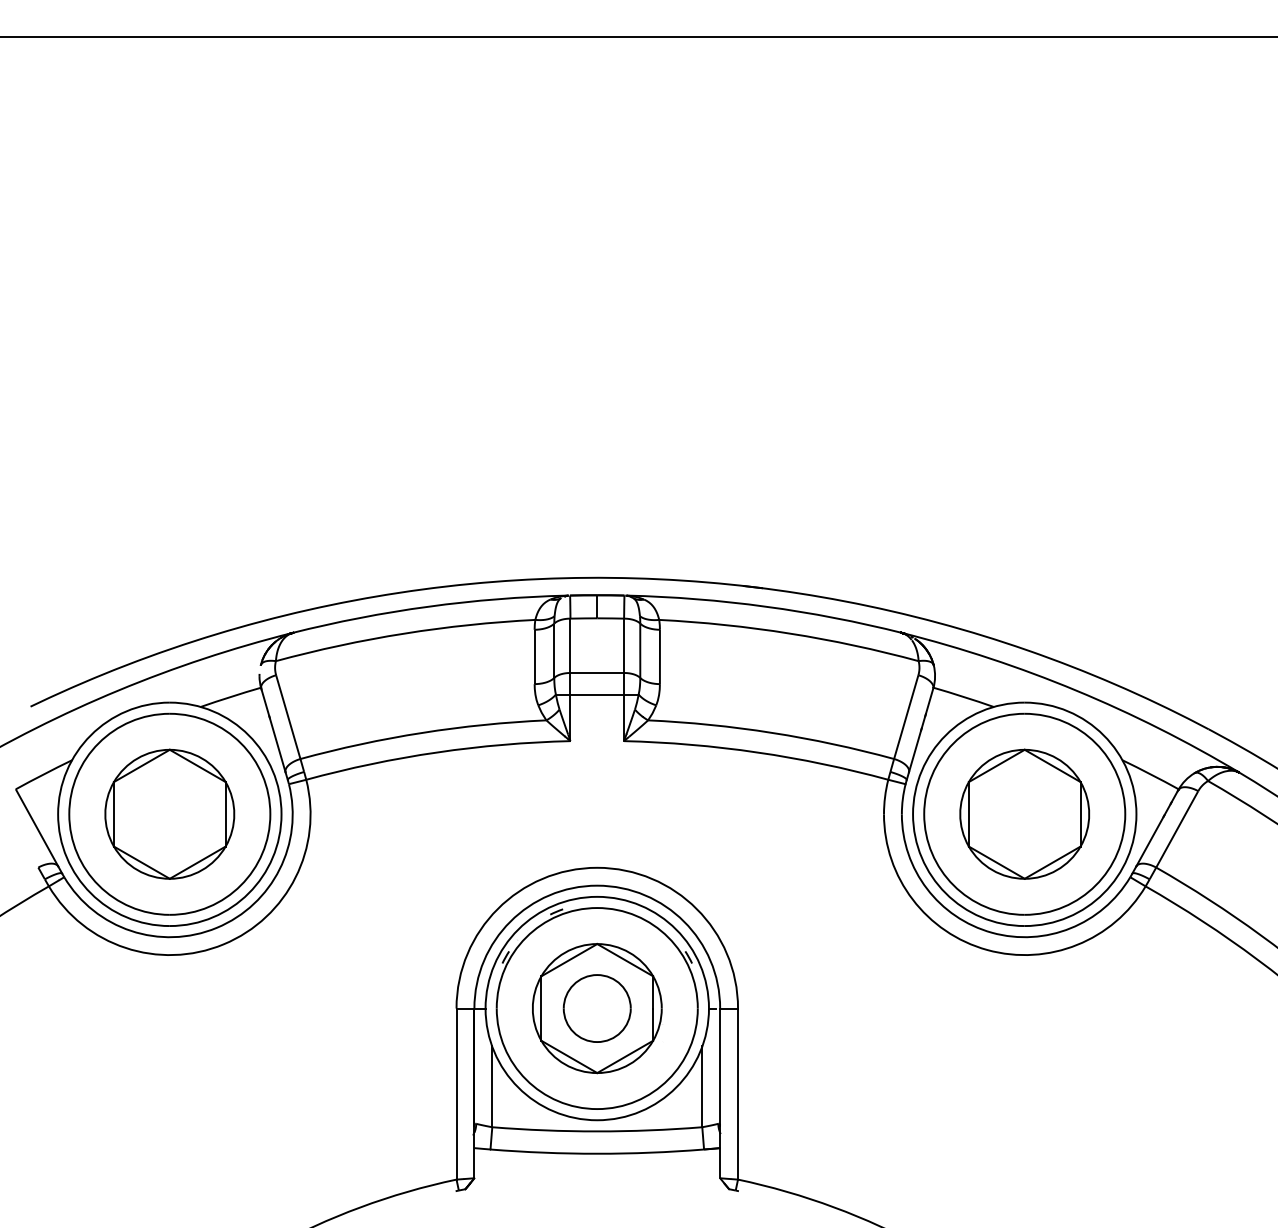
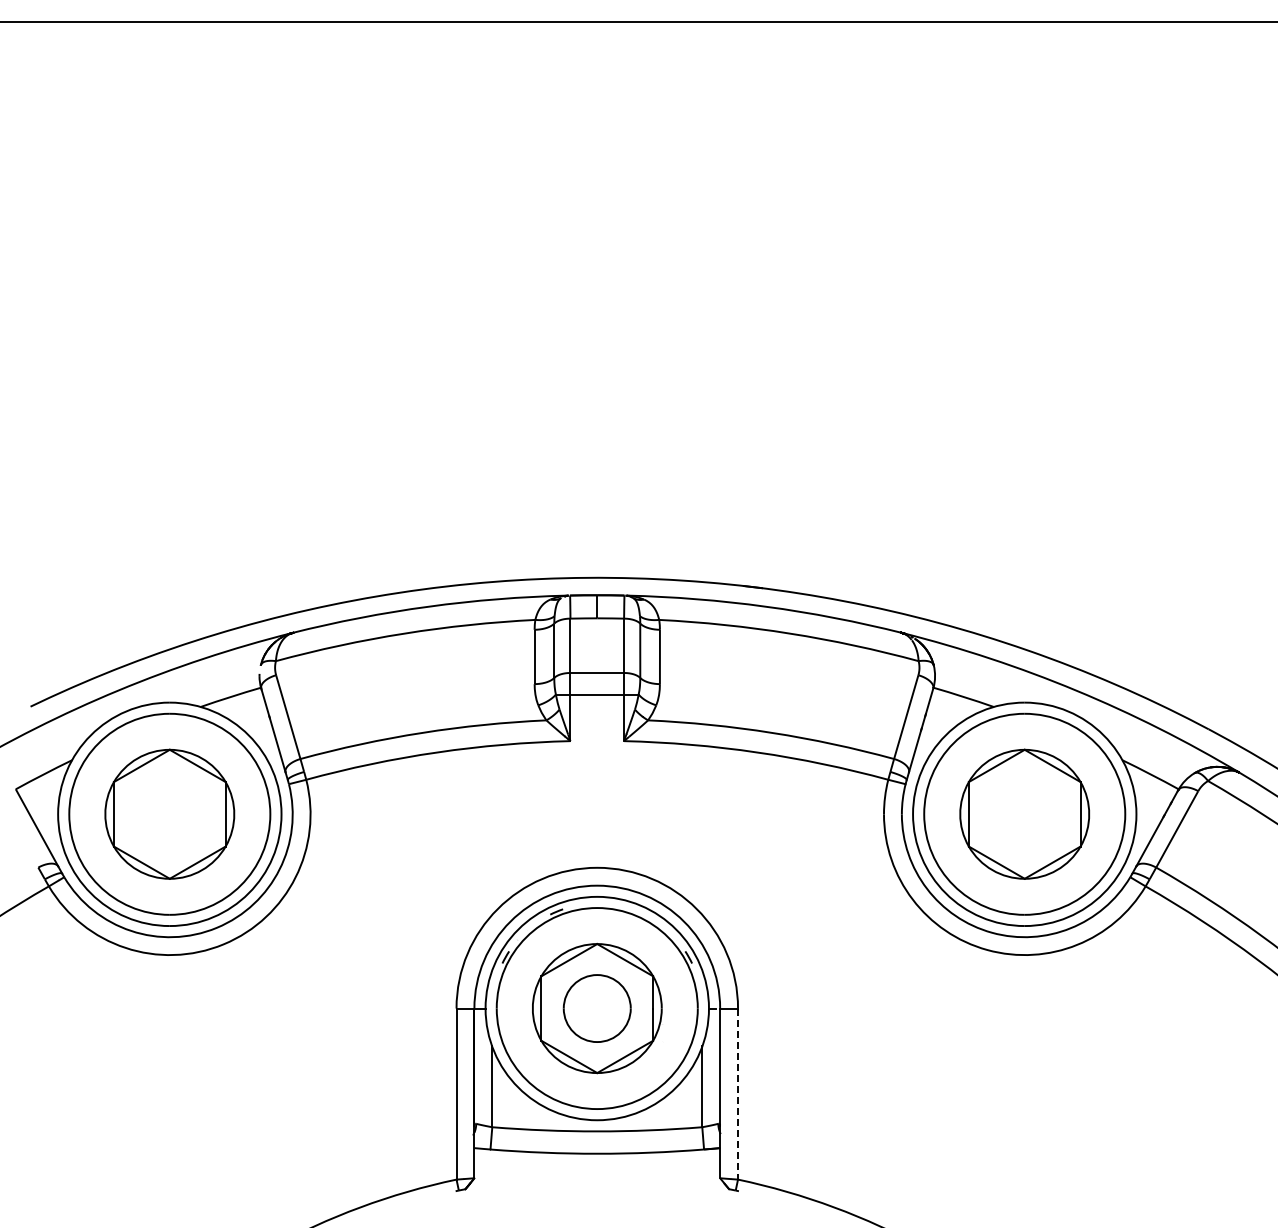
line at (638, 36) position: (638, 36) -> (638, 21)
line at (738, 1094): solid -> dashed
